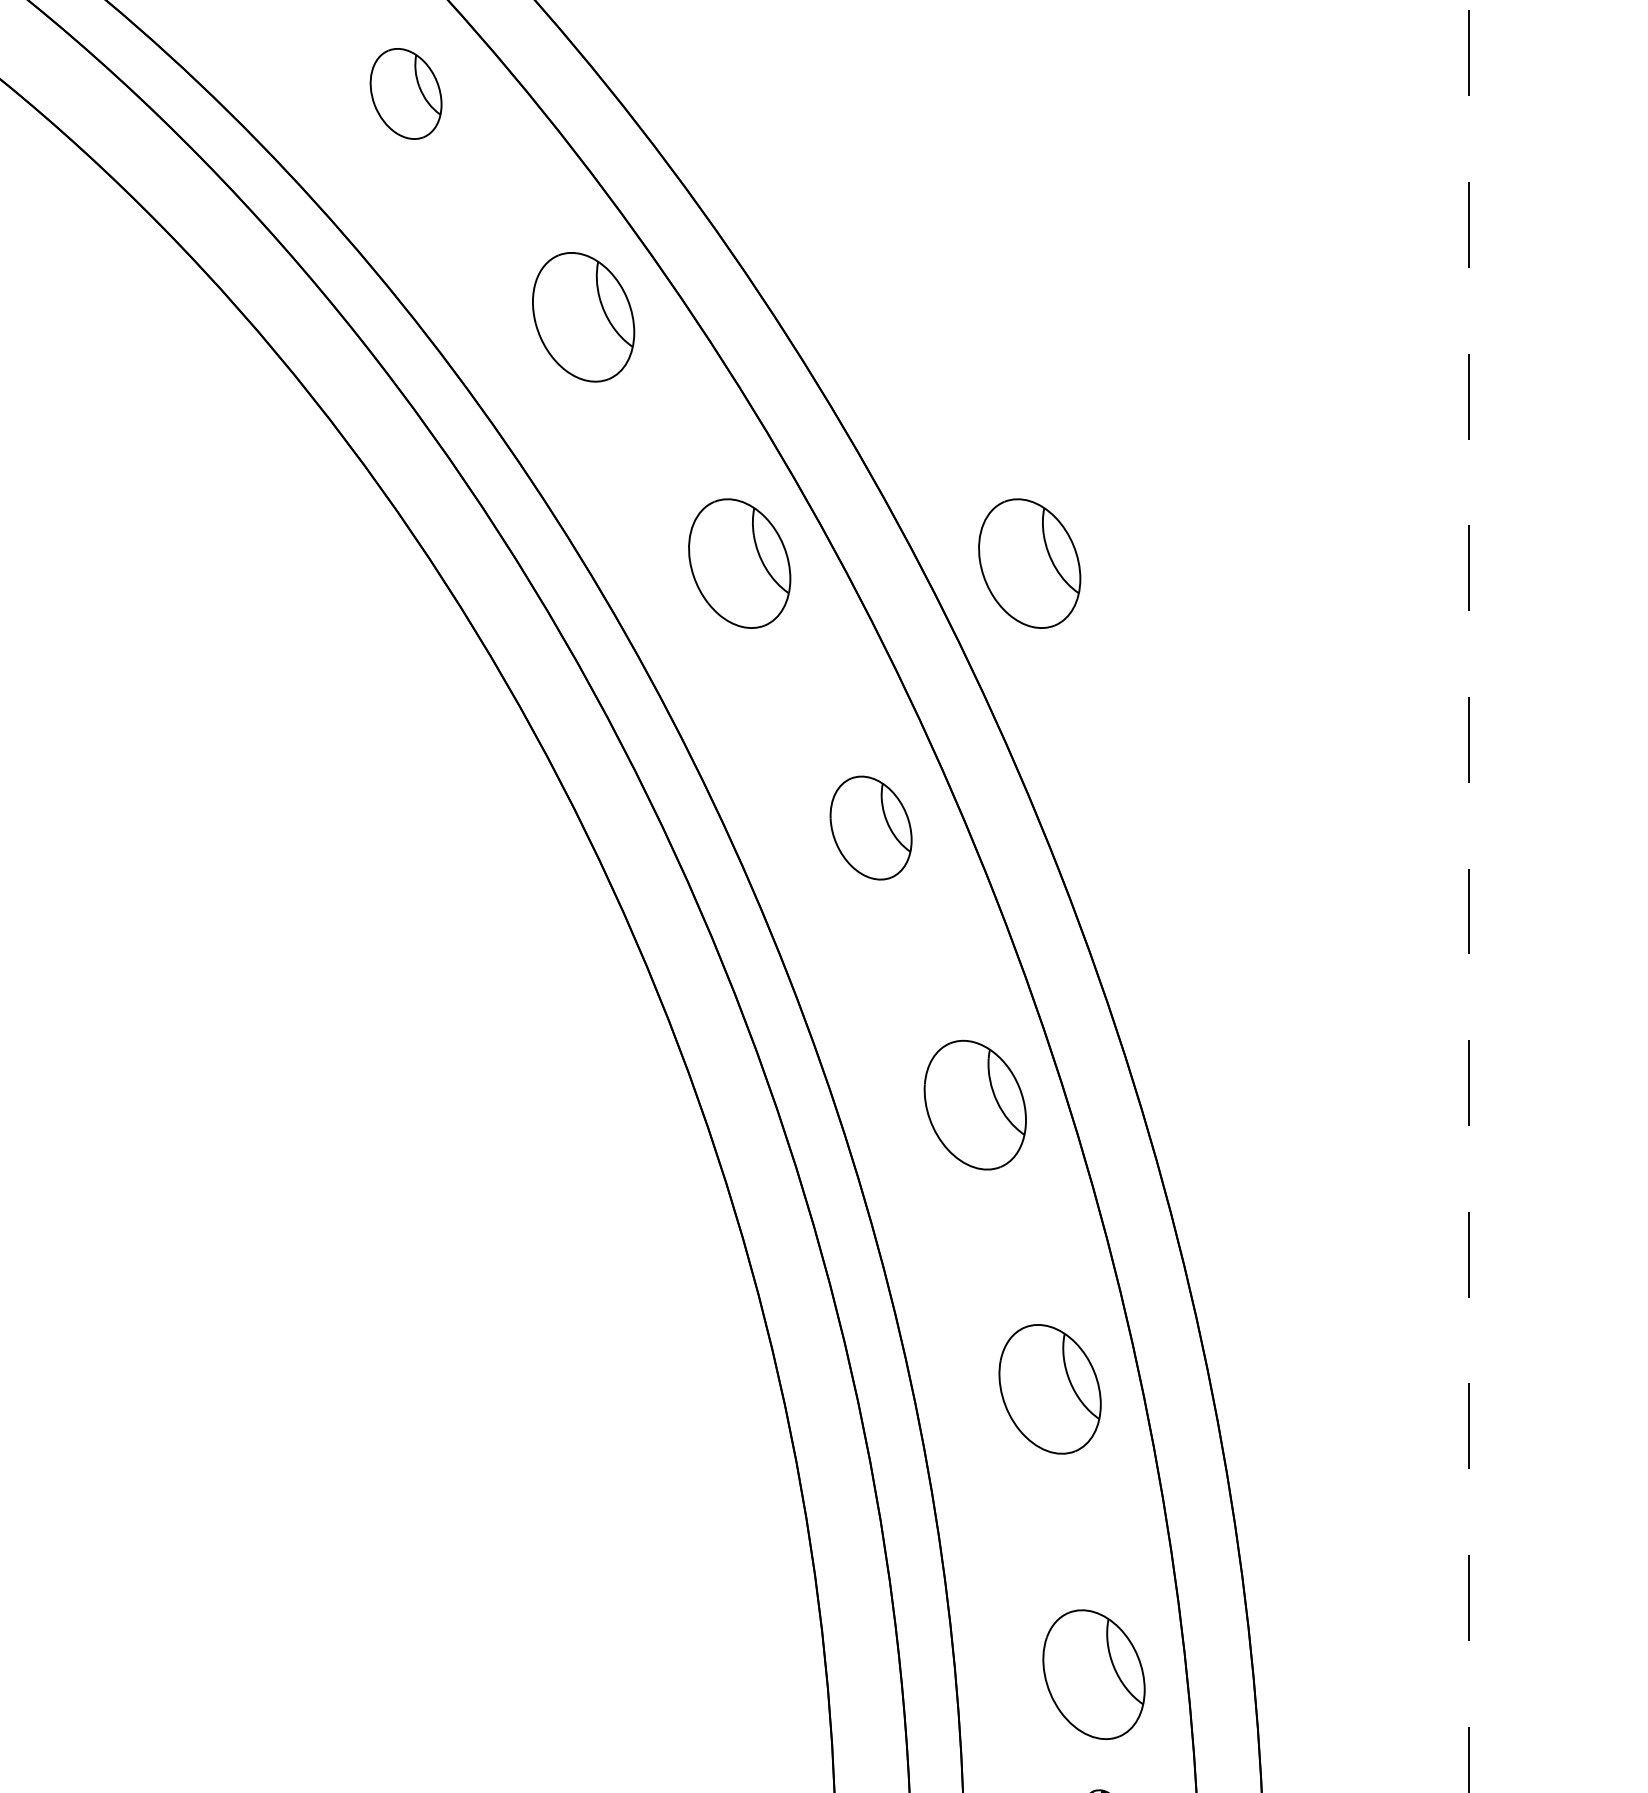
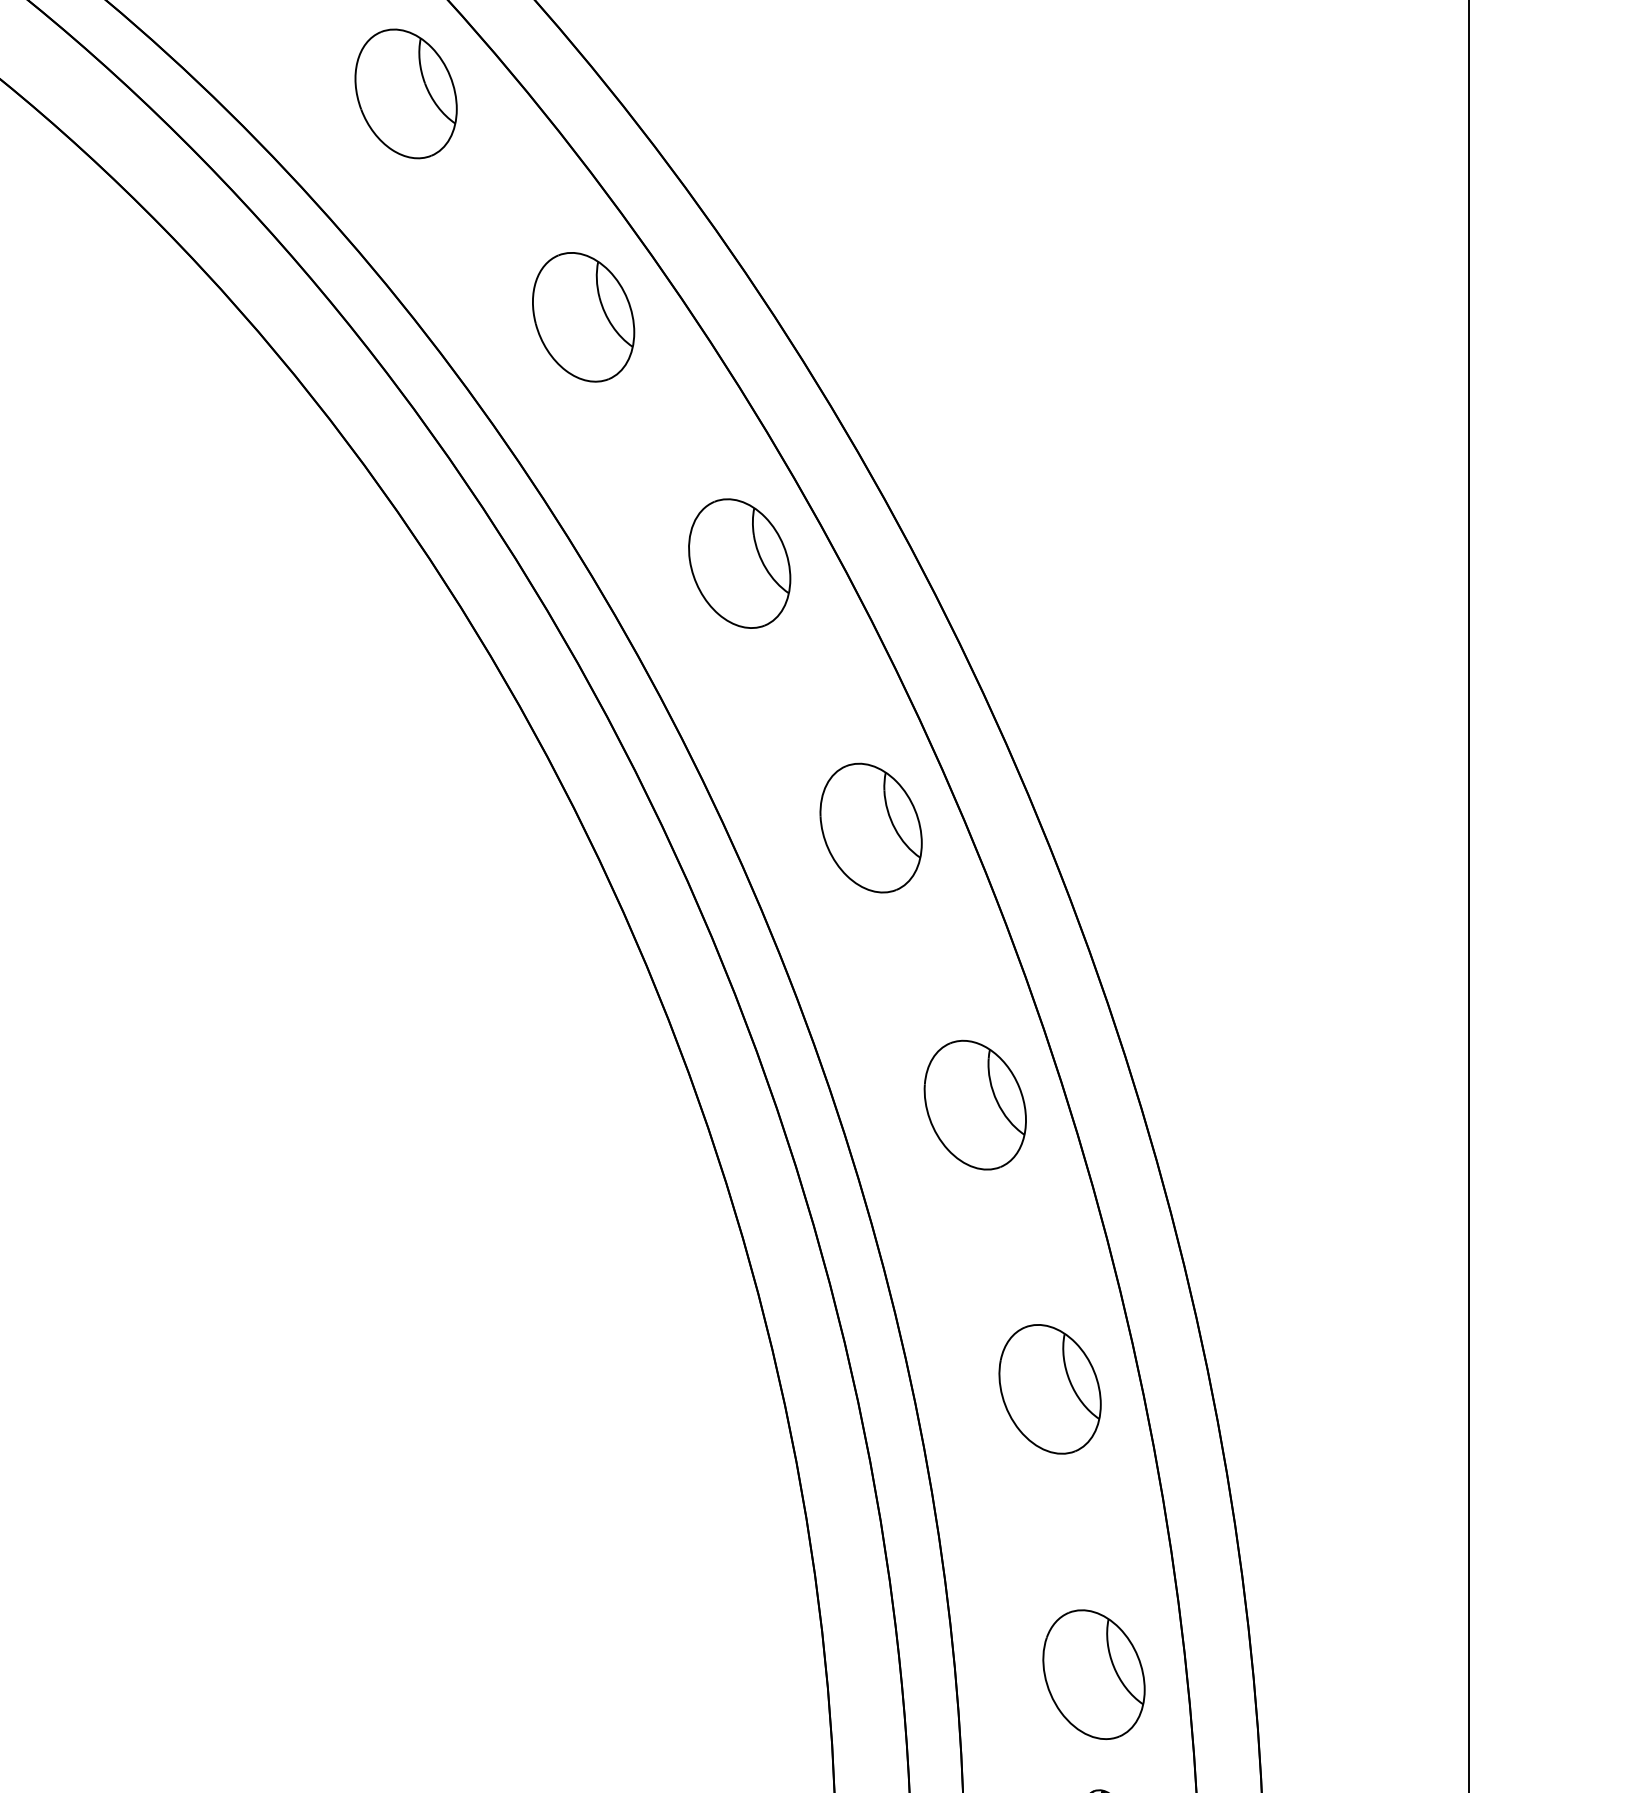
part at (405, 93) size: 74x92 px -> 104x132 px
part at (1029, 563): present -> none
part at (870, 827) size: 84x106 px -> 104x132 px
line at (1468, 896): dashed -> solid
